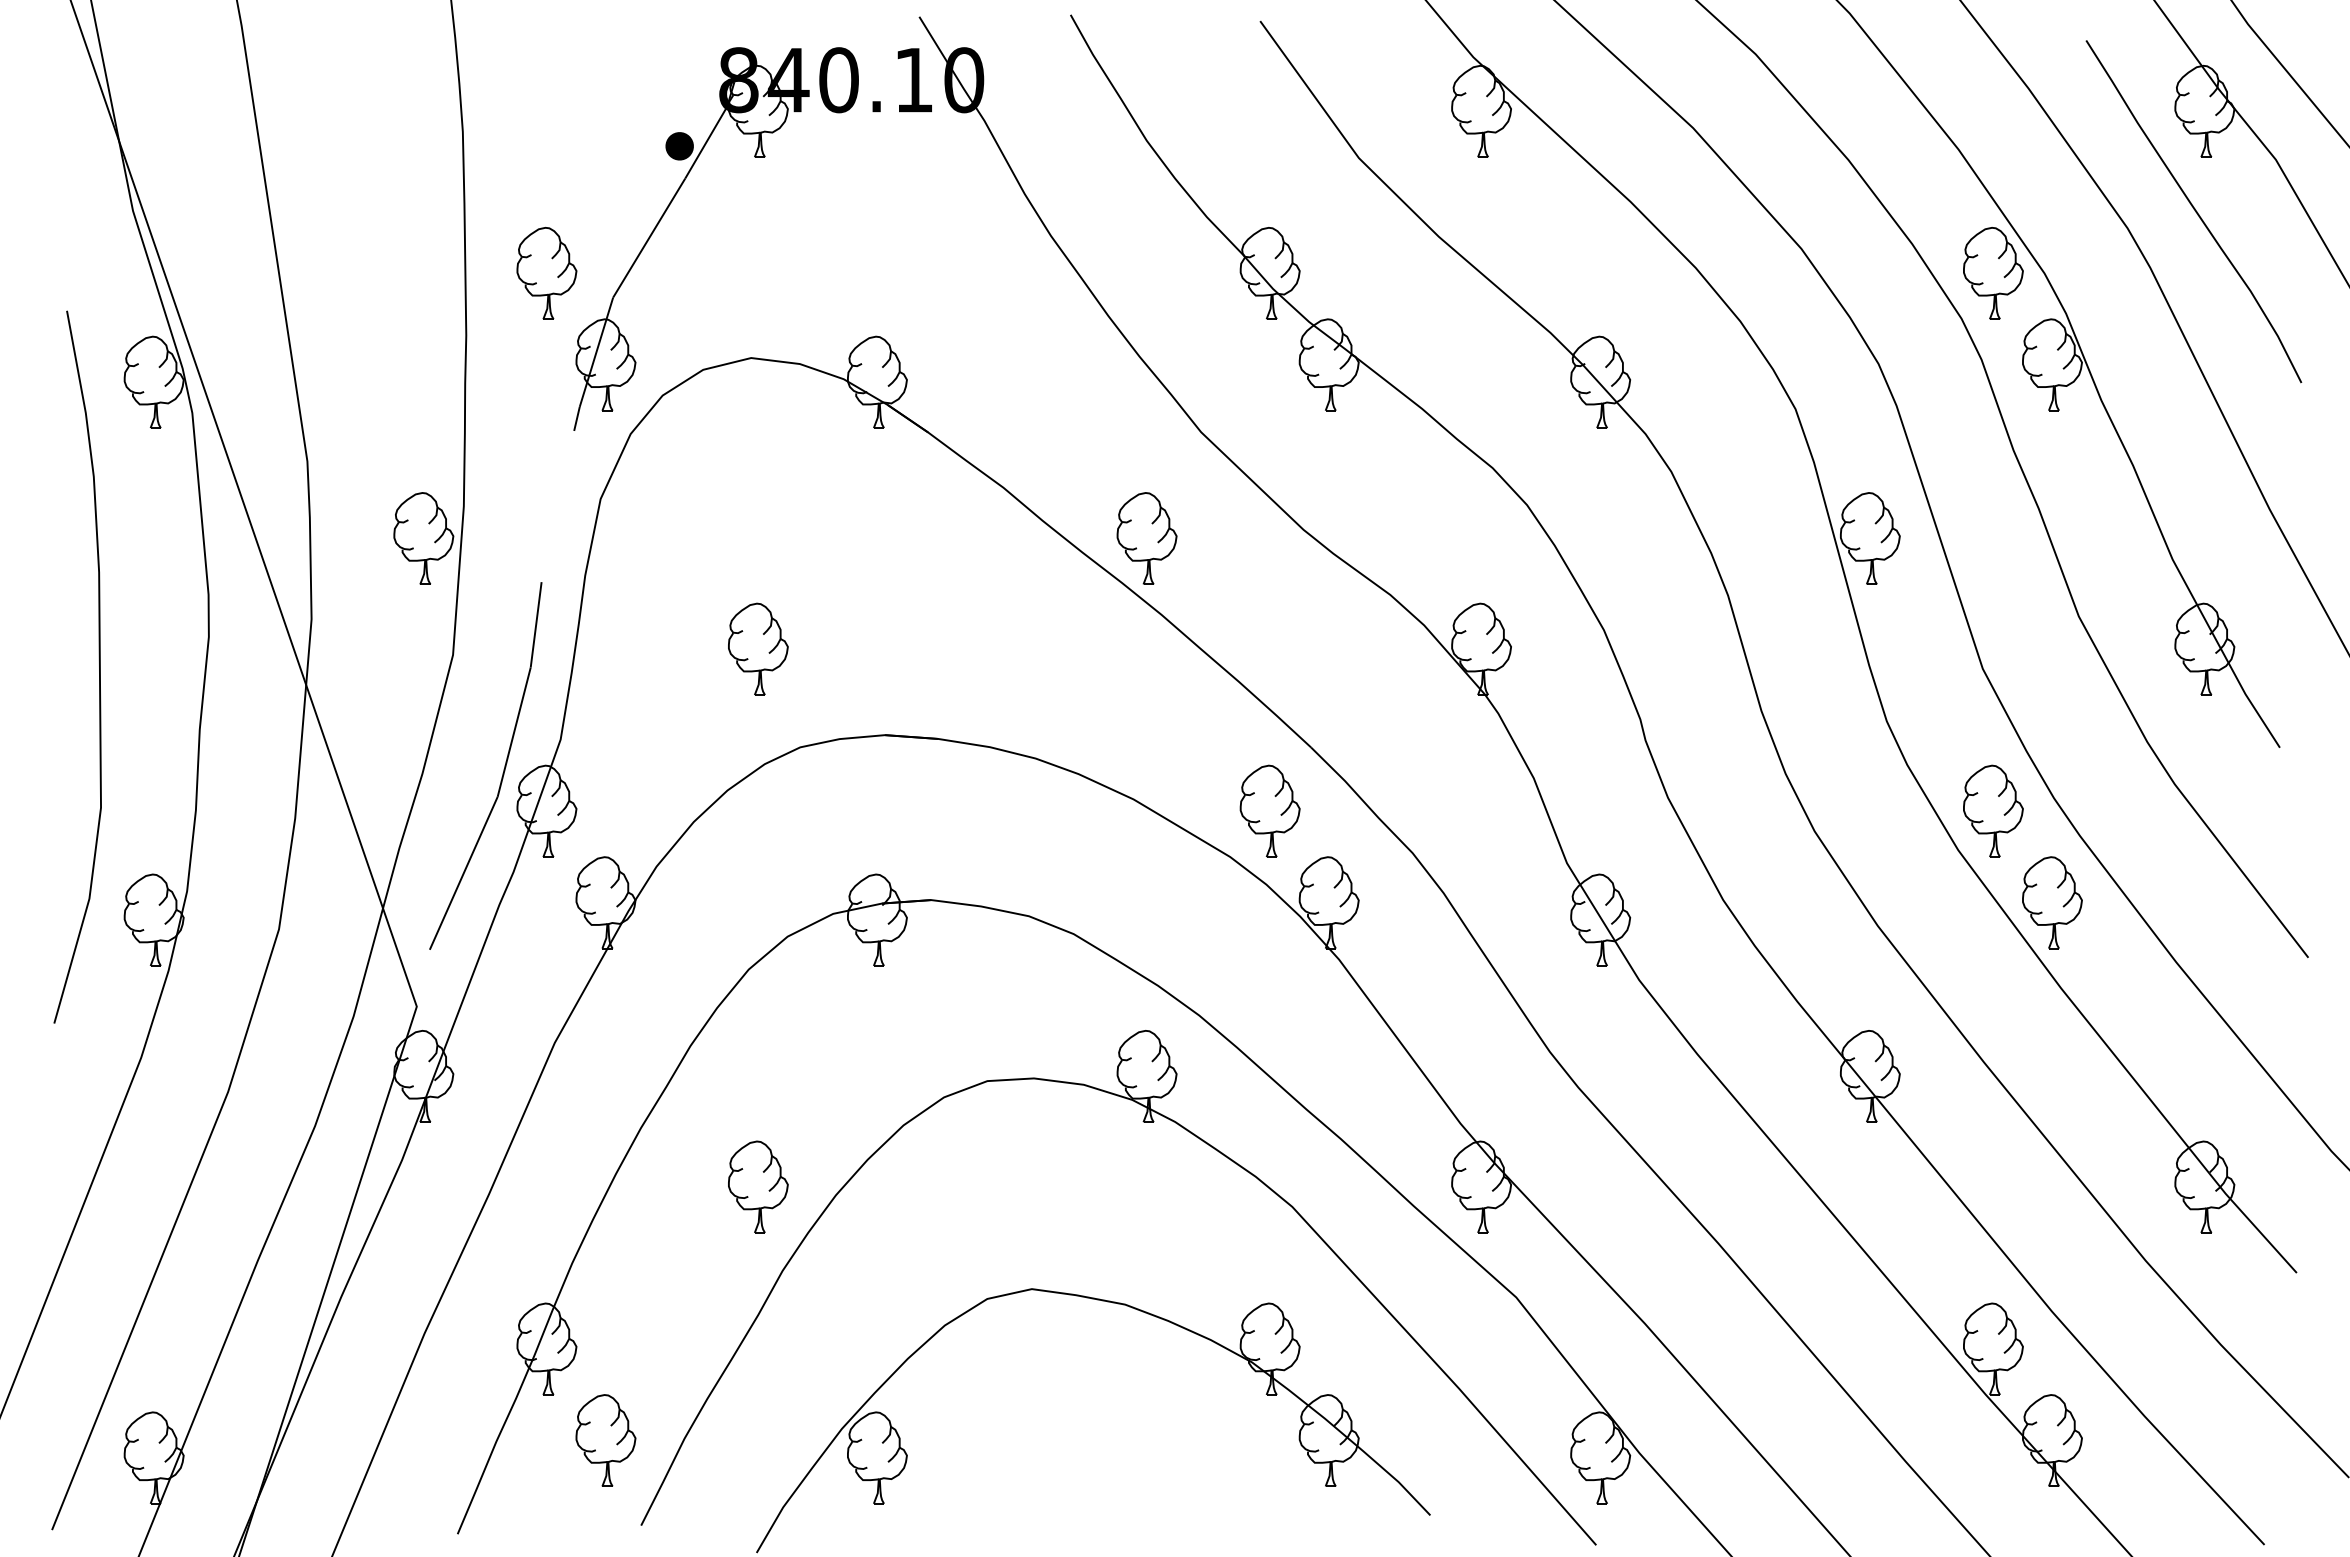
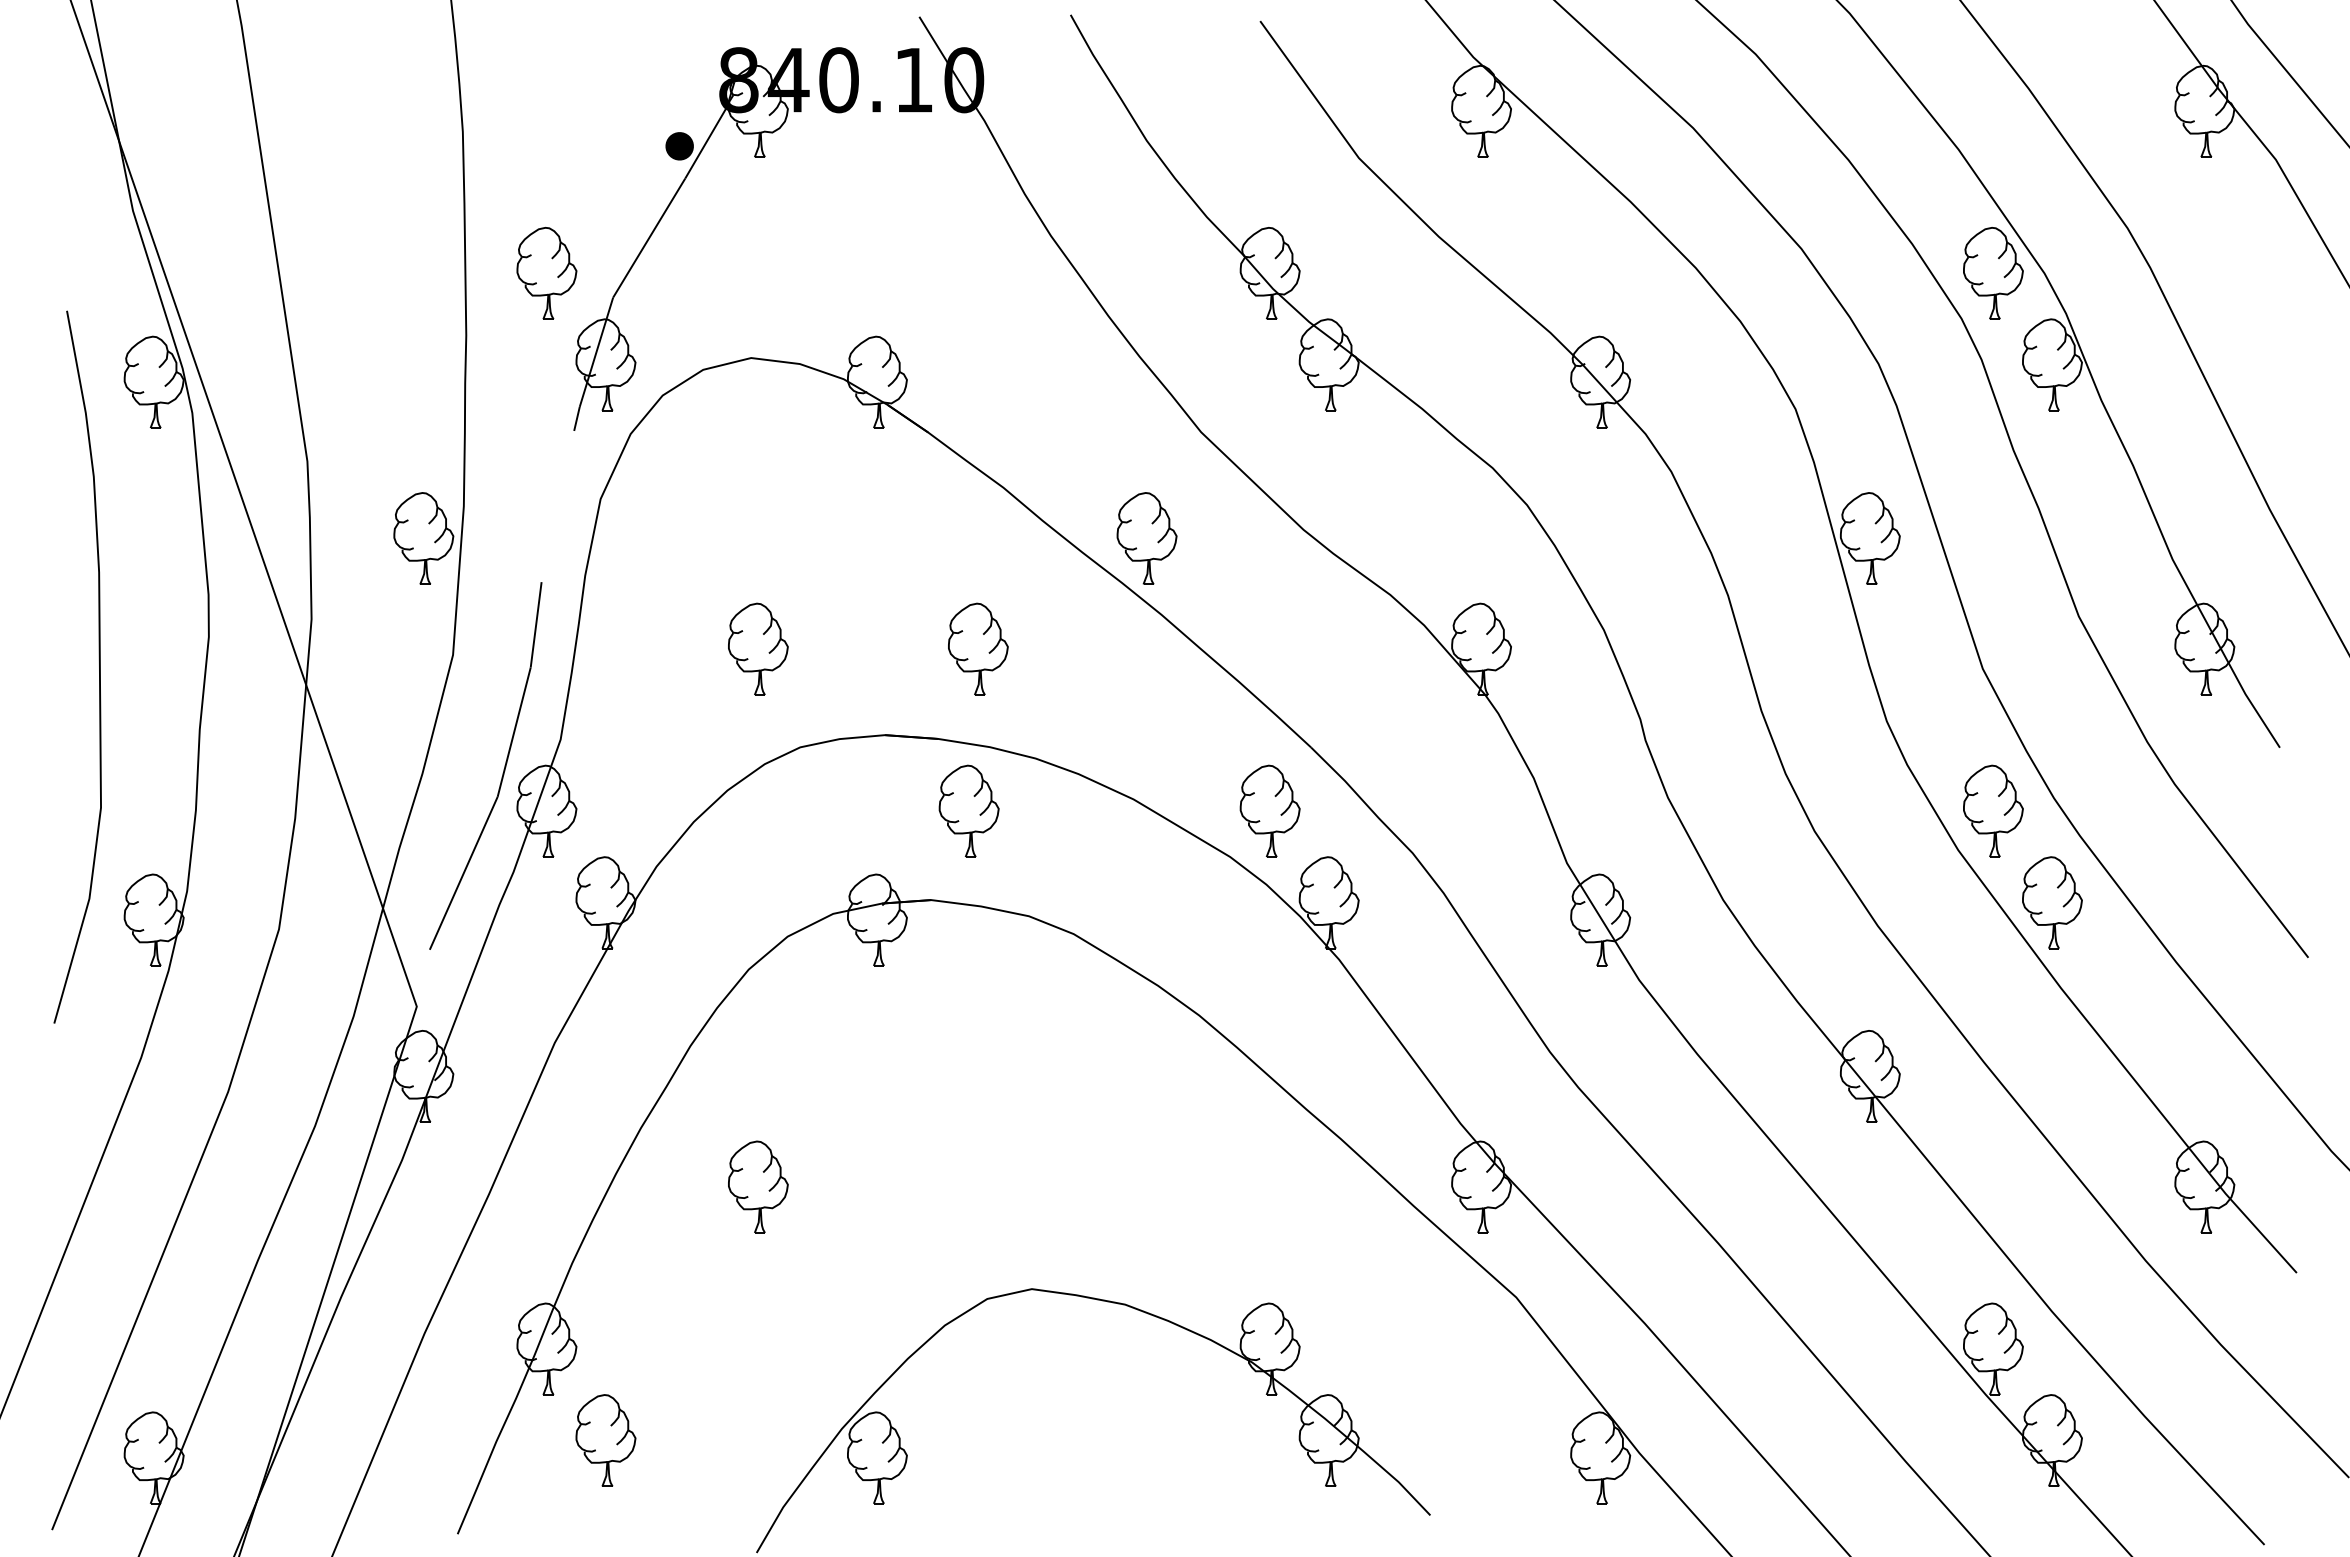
curve at (2194, 210): present -> none
part at (978, 648): none -> present
part at (968, 810): none -> present
part at (1143, 1122): present -> none
